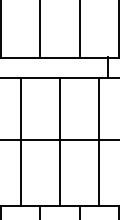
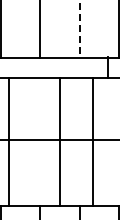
line at (79, 28): solid -> dashed
line at (20, 141) position: (20, 141) -> (8, 141)
line at (99, 141) position: (99, 141) -> (93, 141)
